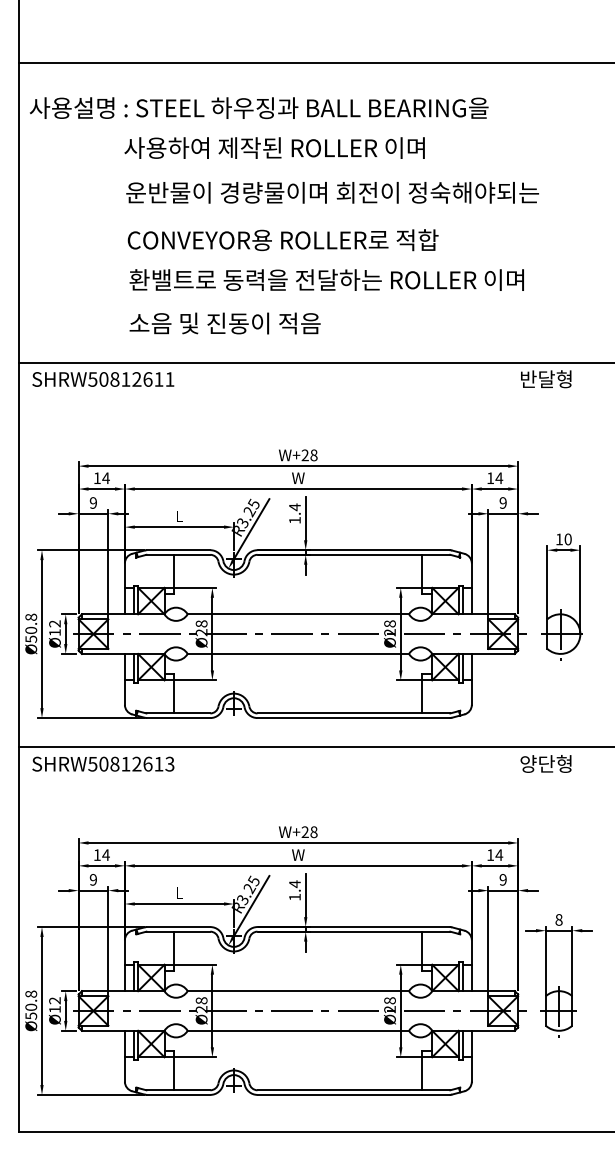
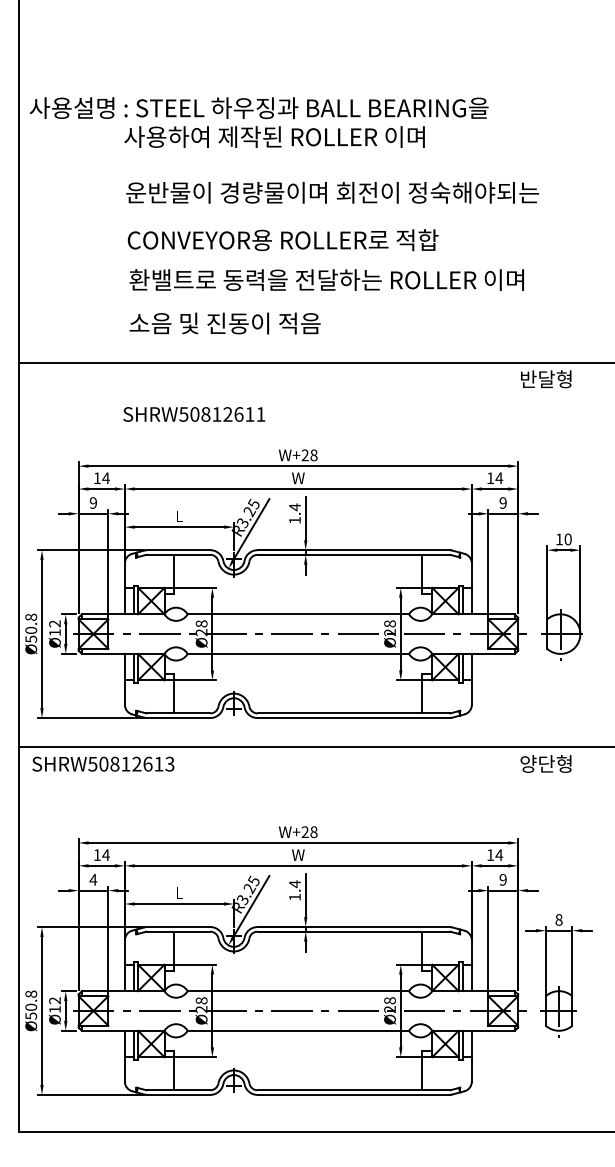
line at (314, 63): present -> none
text at (274, 147) position: (274, 147) -> (274, 136)
text at (103, 379) position: (103, 379) -> (194, 414)
text at (93, 879): 9 -> 4
